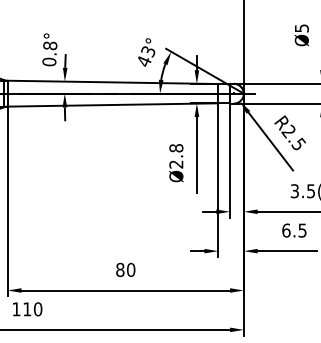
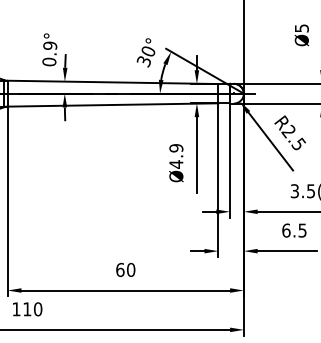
text at (50, 45): 0.8° -> 0.9°
text at (145, 56): 43° -> 30°
text at (176, 156): Ø2.8 -> Ø4.9
text at (120, 269): 80 -> 60
